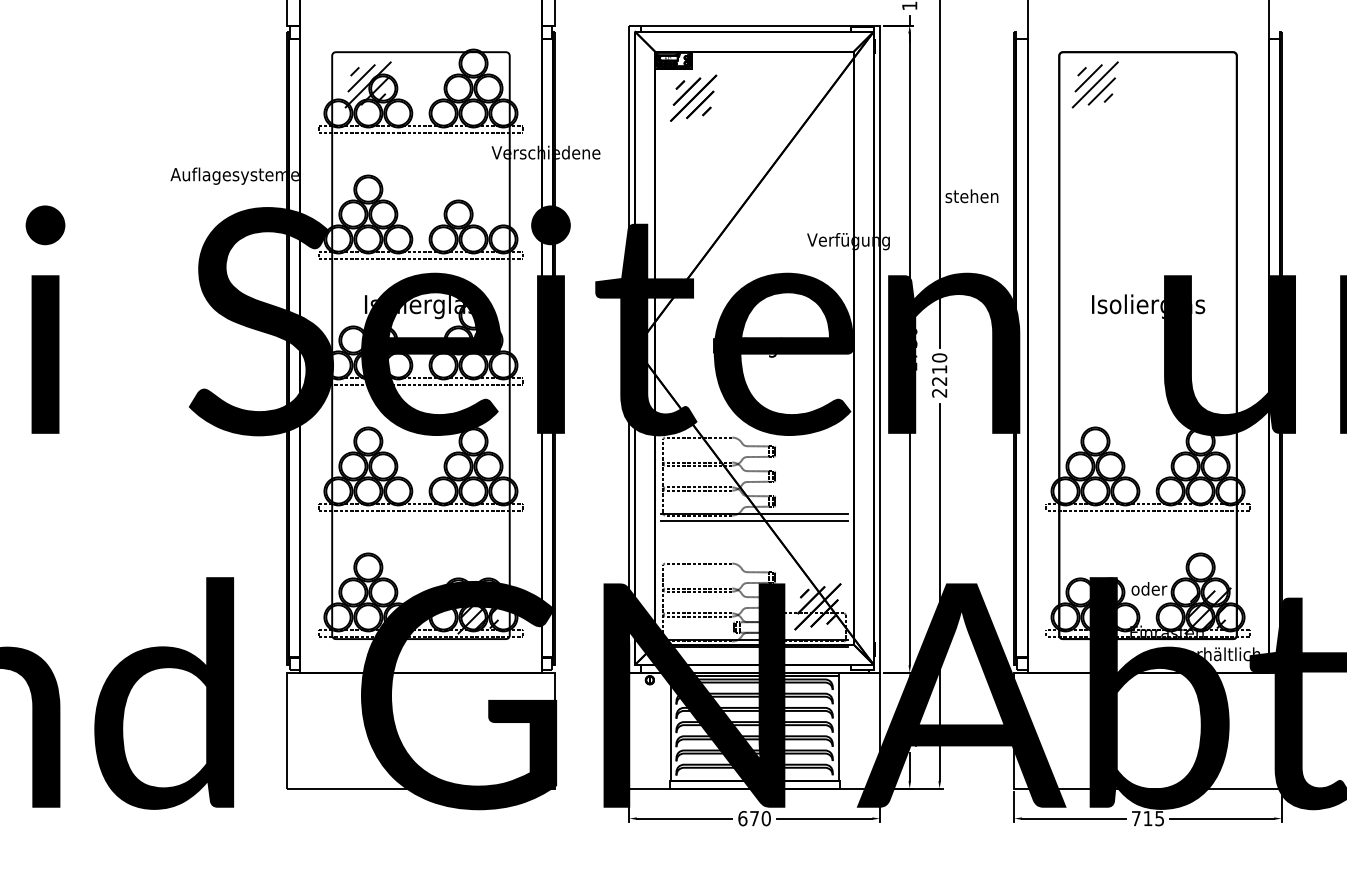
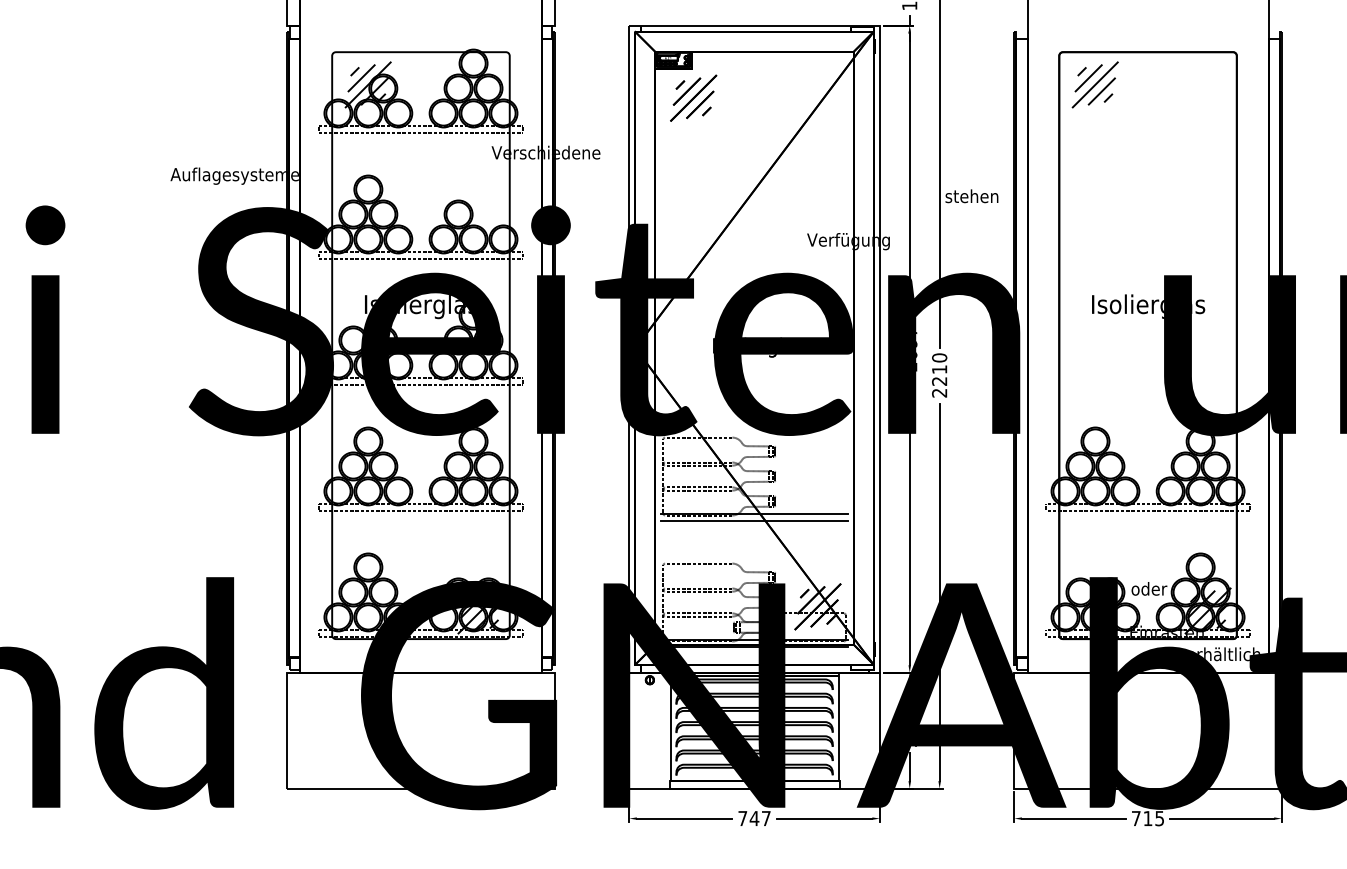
text at (916, 350): 1730 -> 2097
text at (754, 818): 670 -> 747
